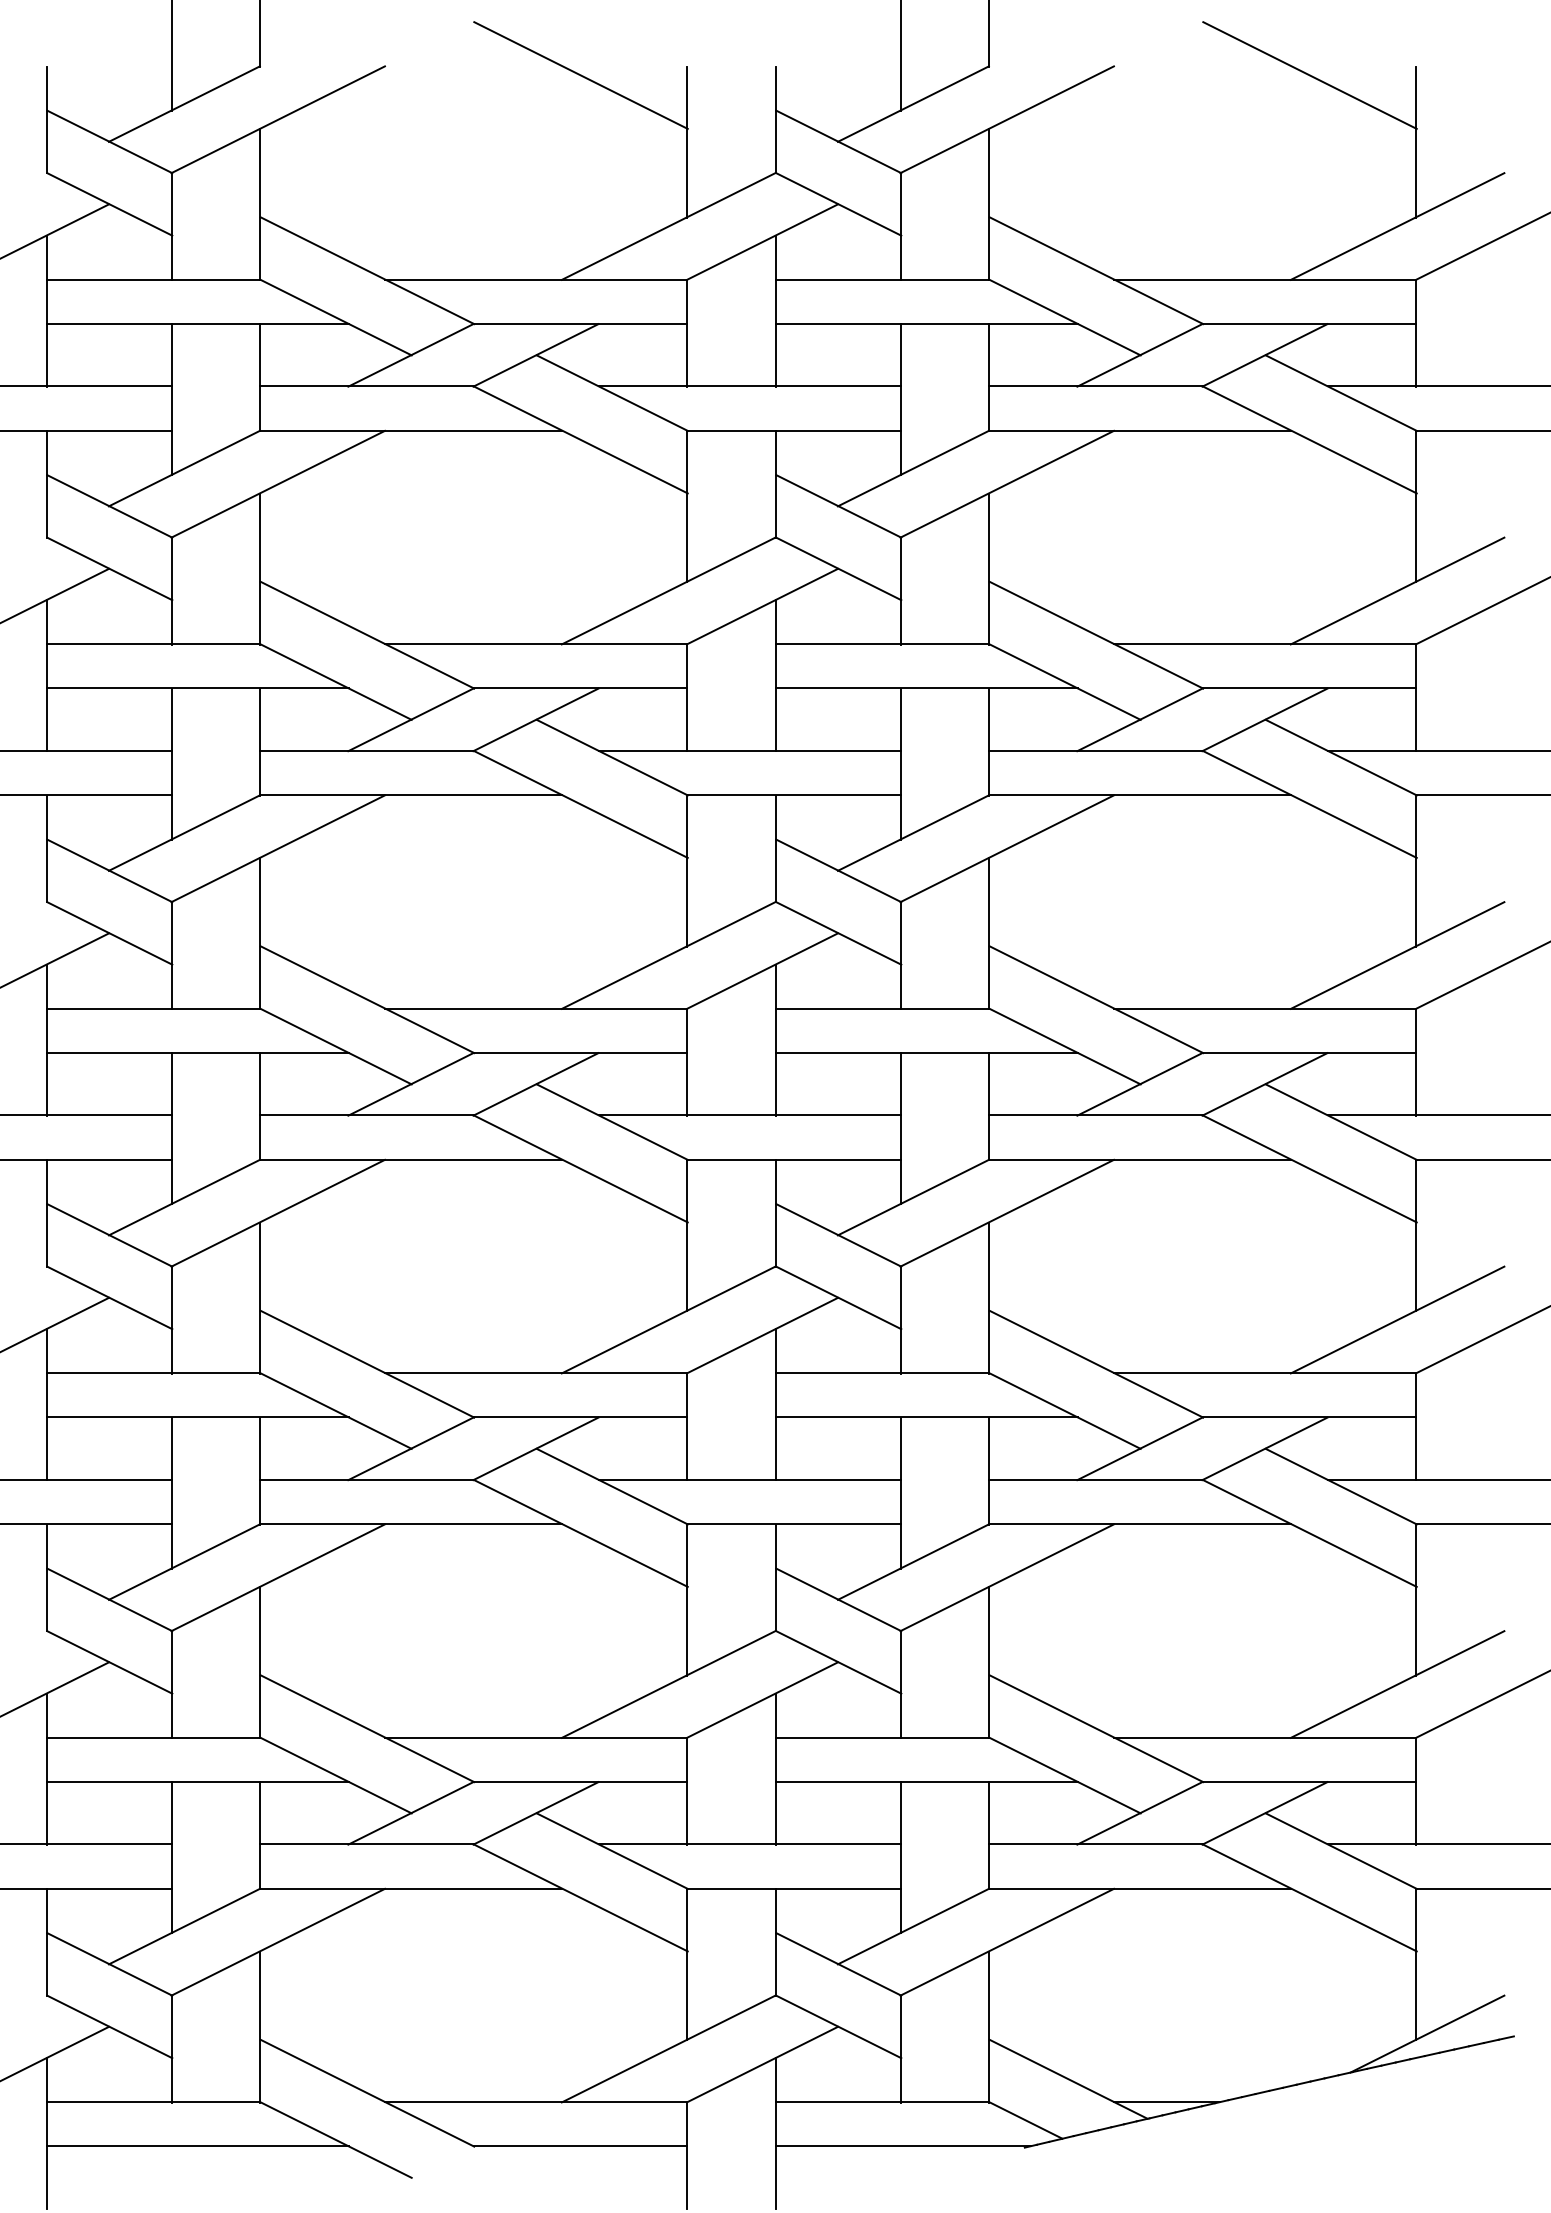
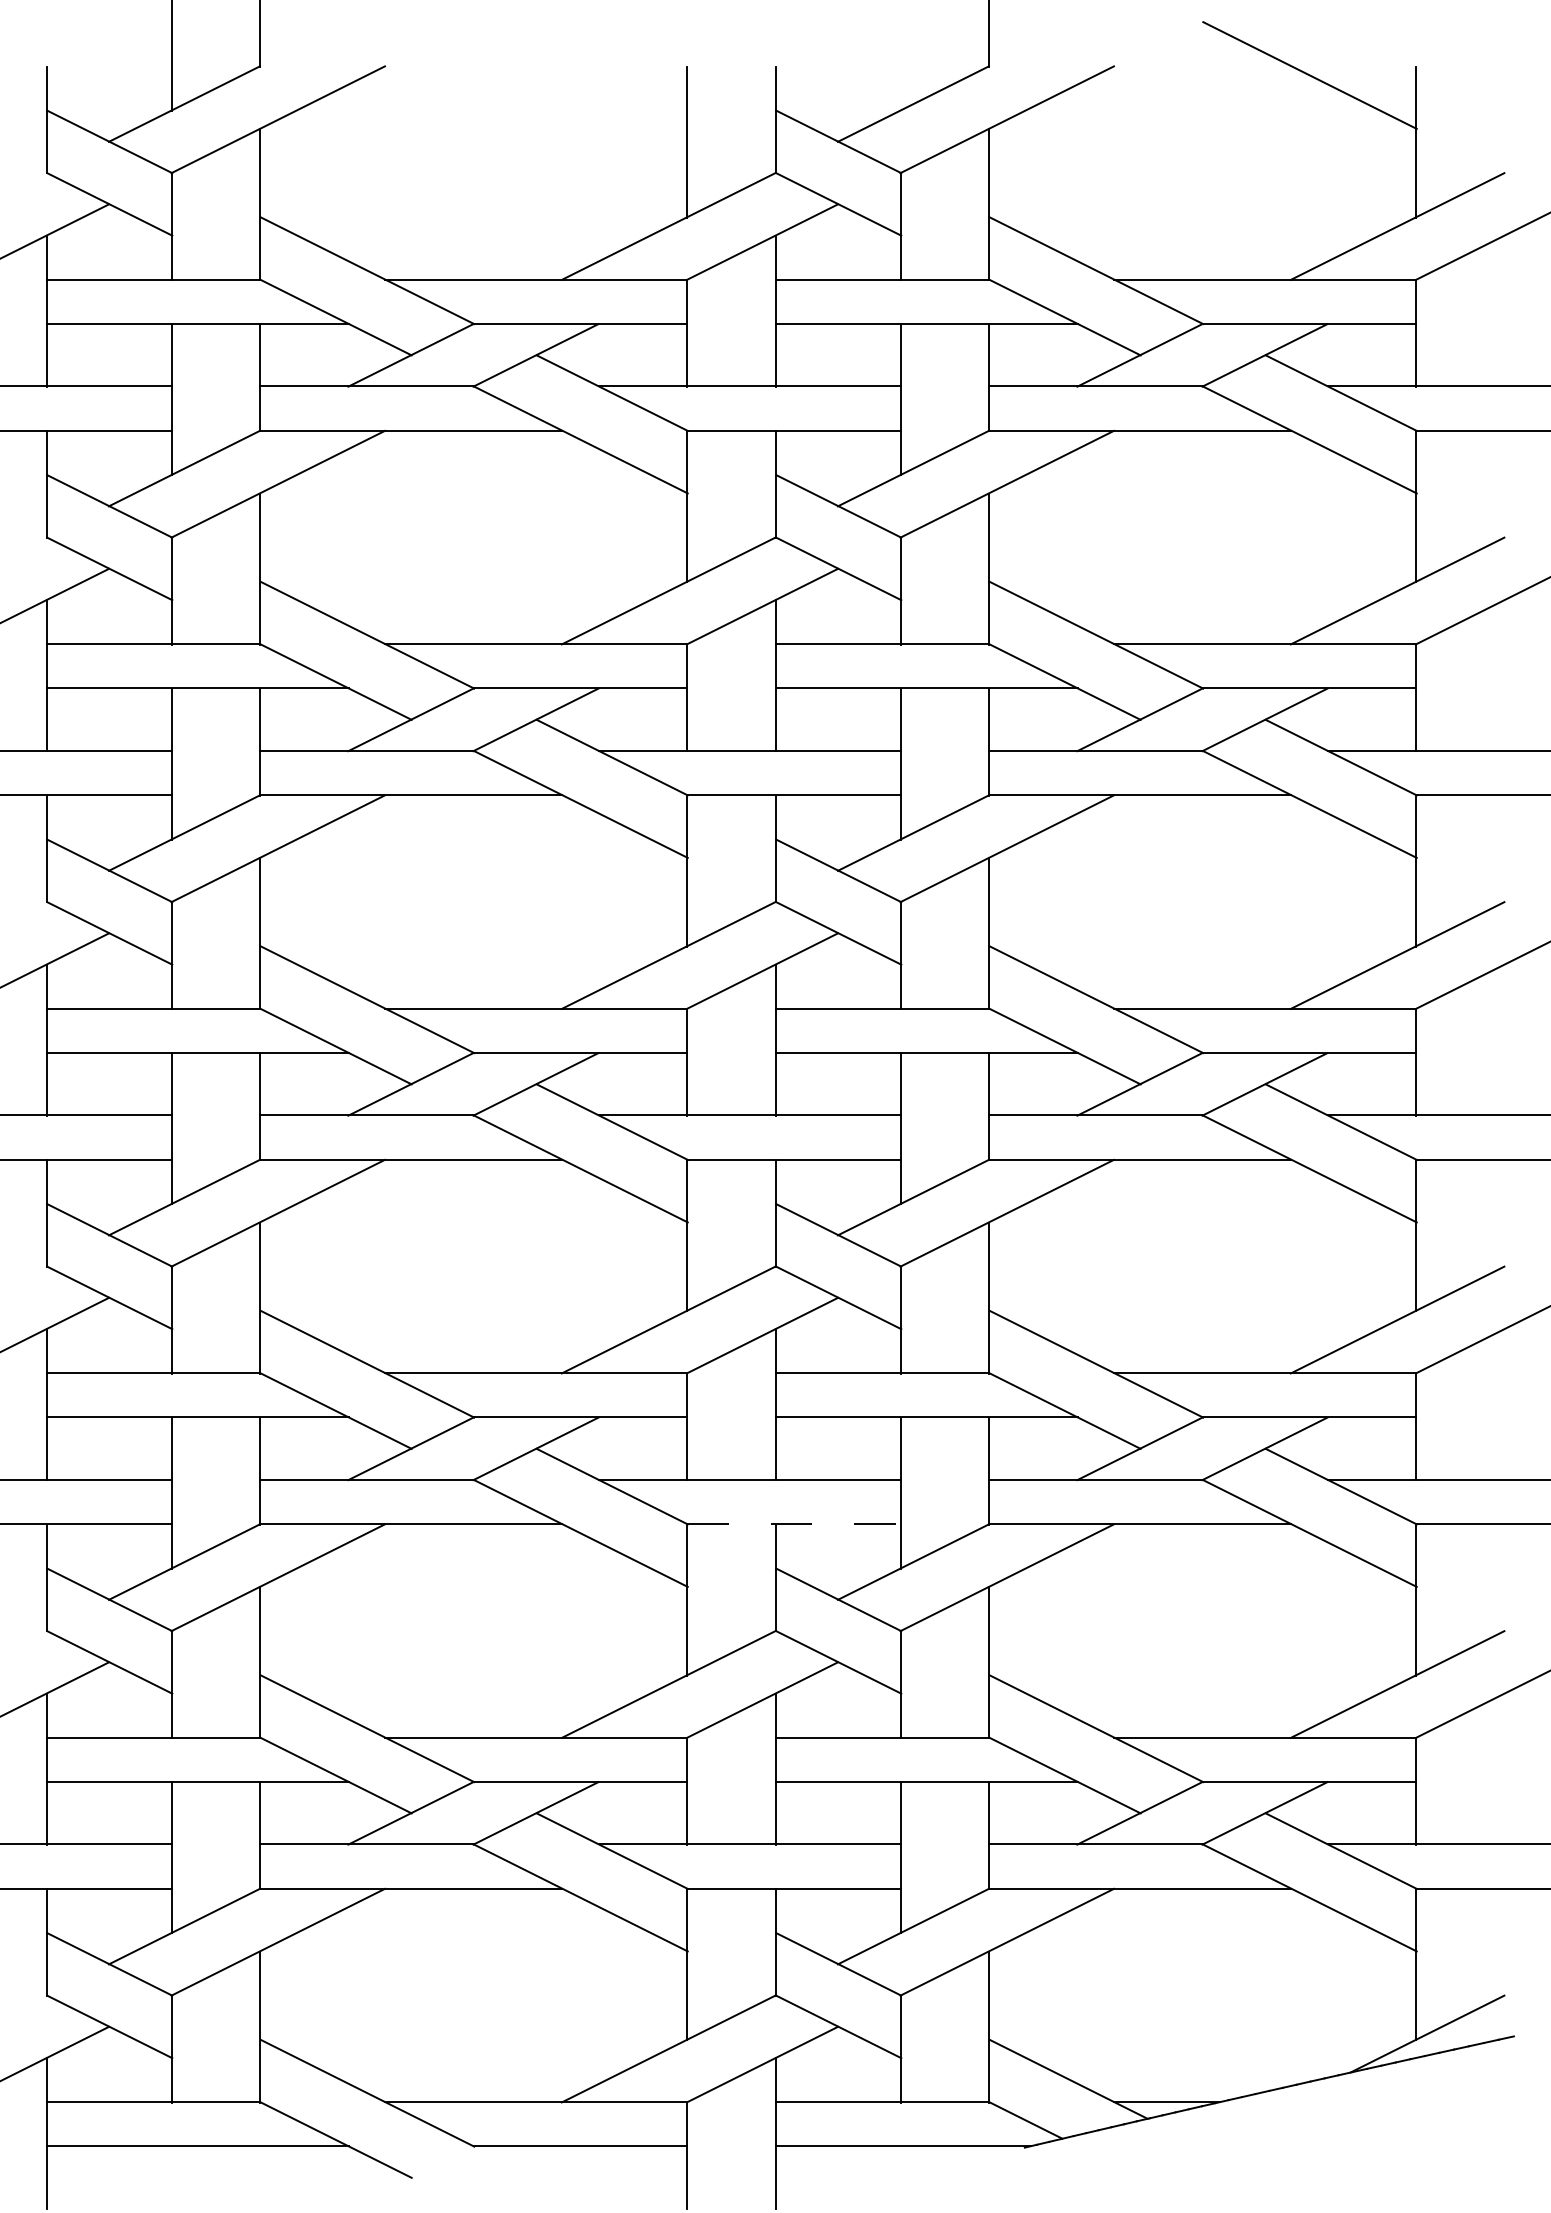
line at (900, 56): present -> none
line at (580, 75): present -> none
line at (794, 1524): solid -> dashed
